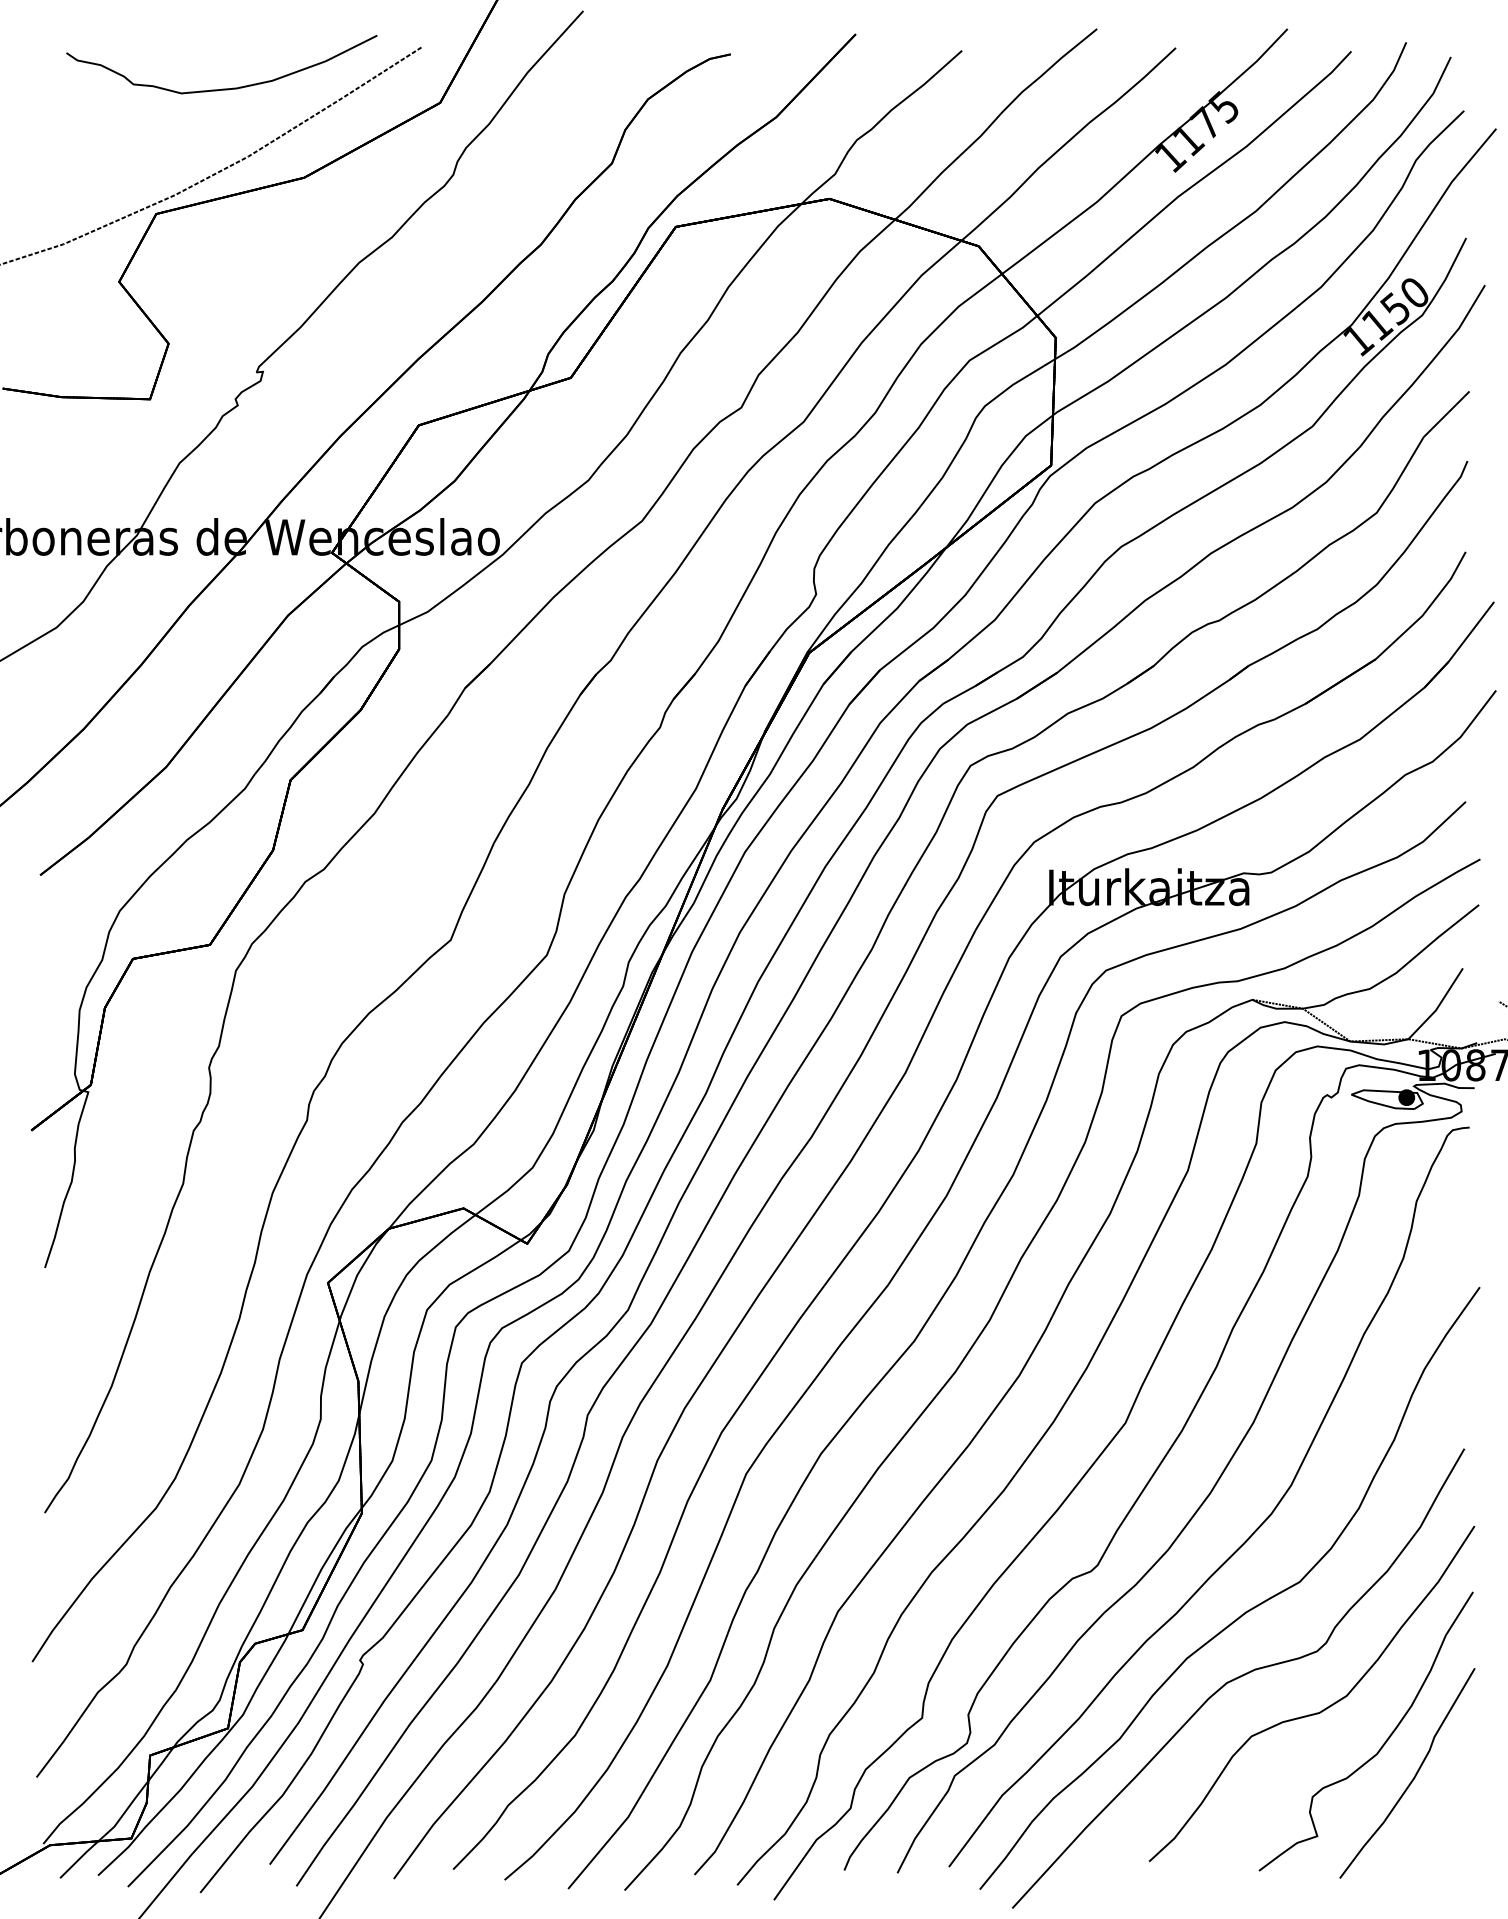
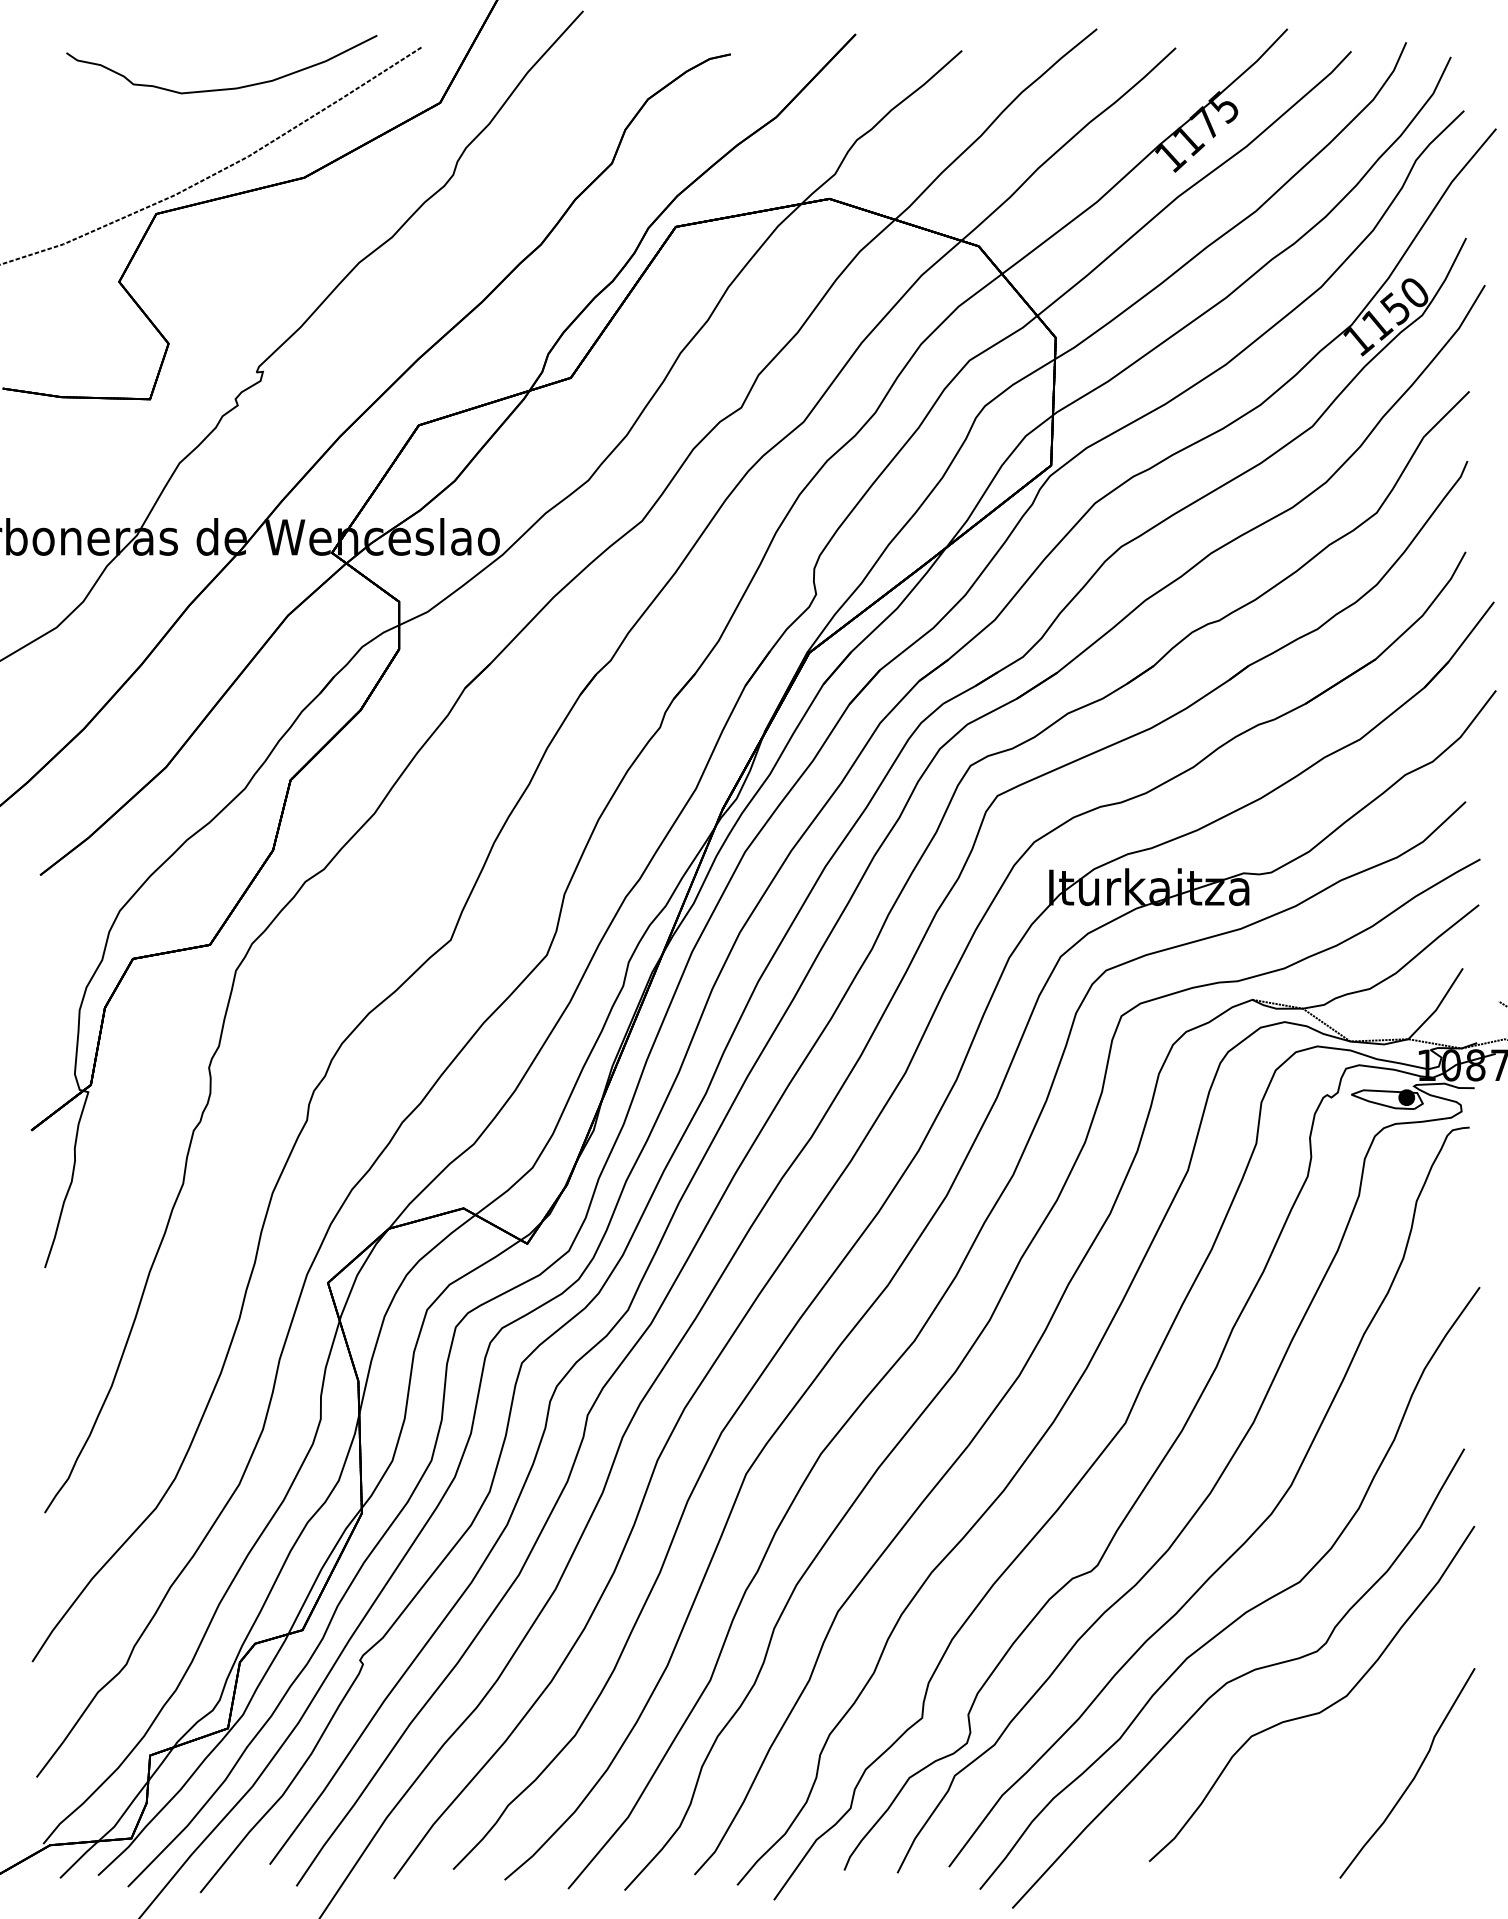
part at (1382, 1744): present -> none
